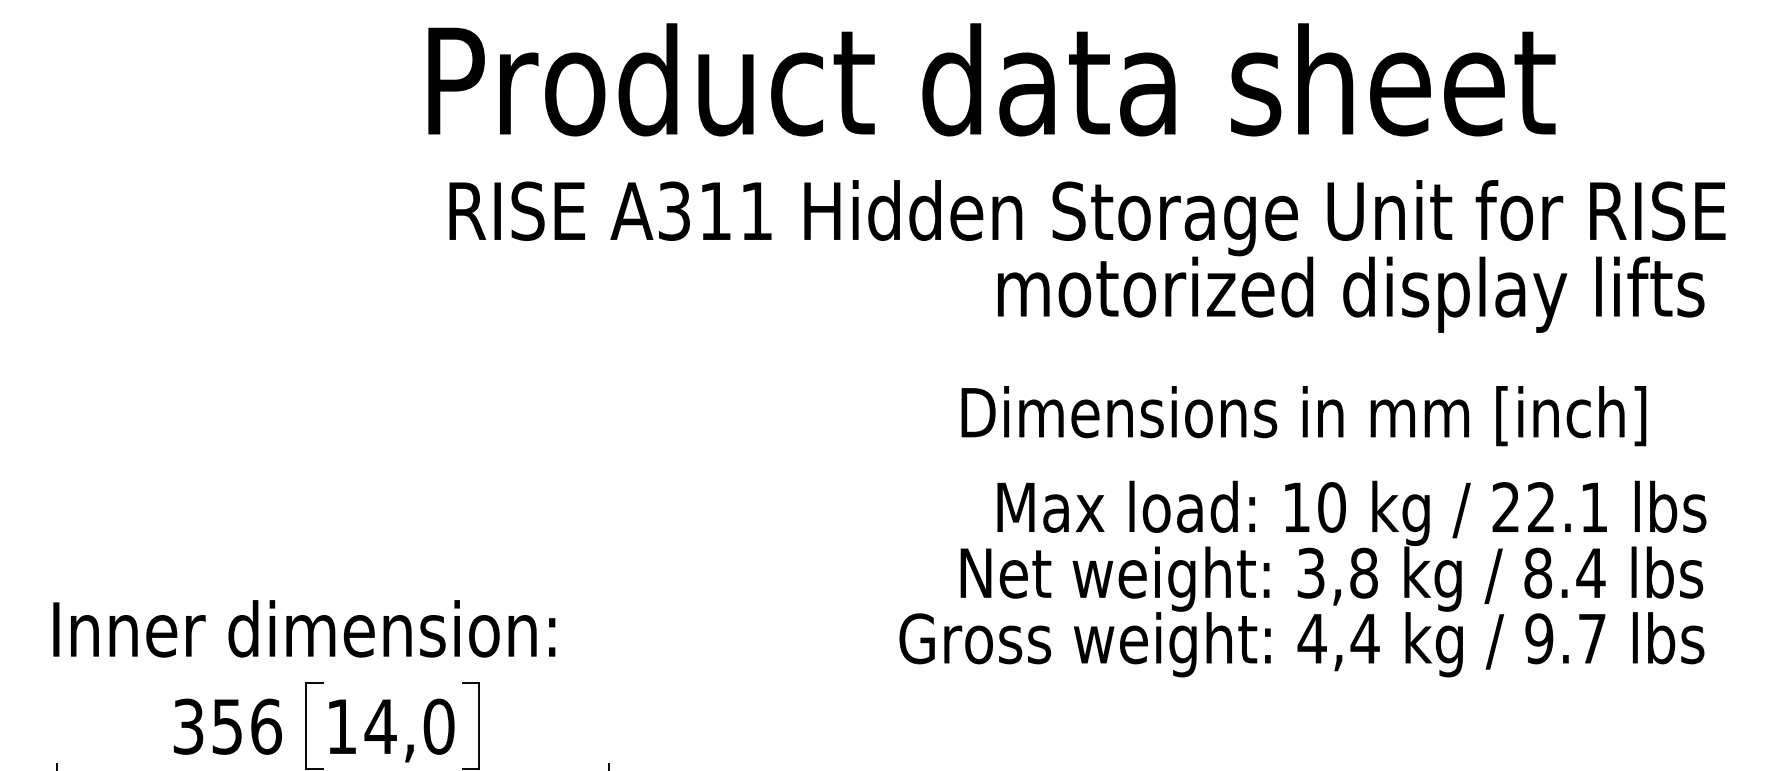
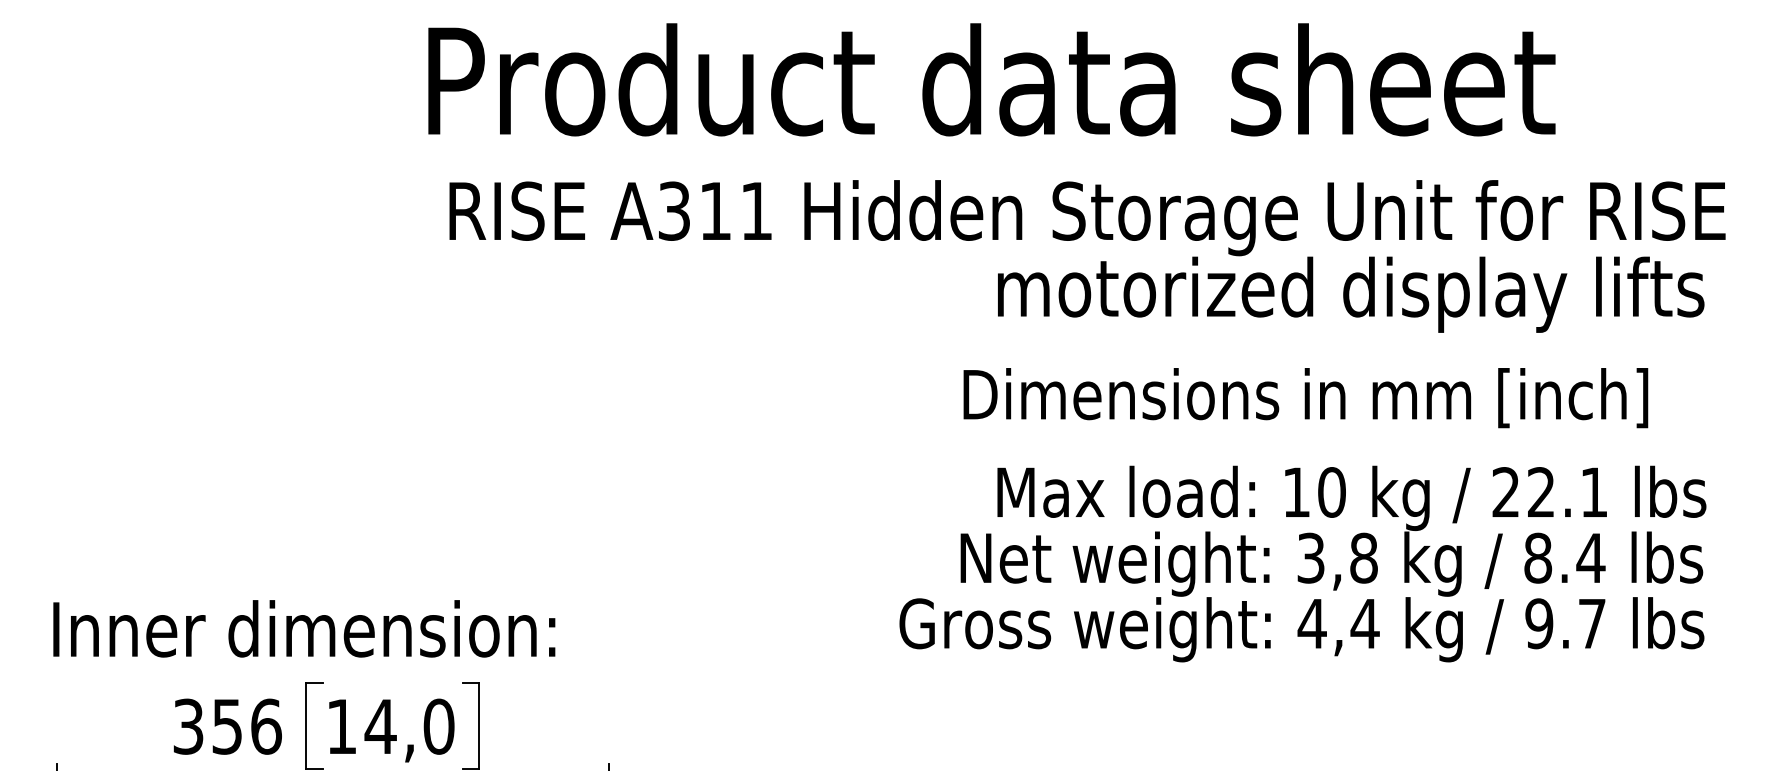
text at (1303, 416) position: (1303, 416) -> (1305, 398)
text at (1302, 578) position: (1302, 578) -> (1302, 563)
